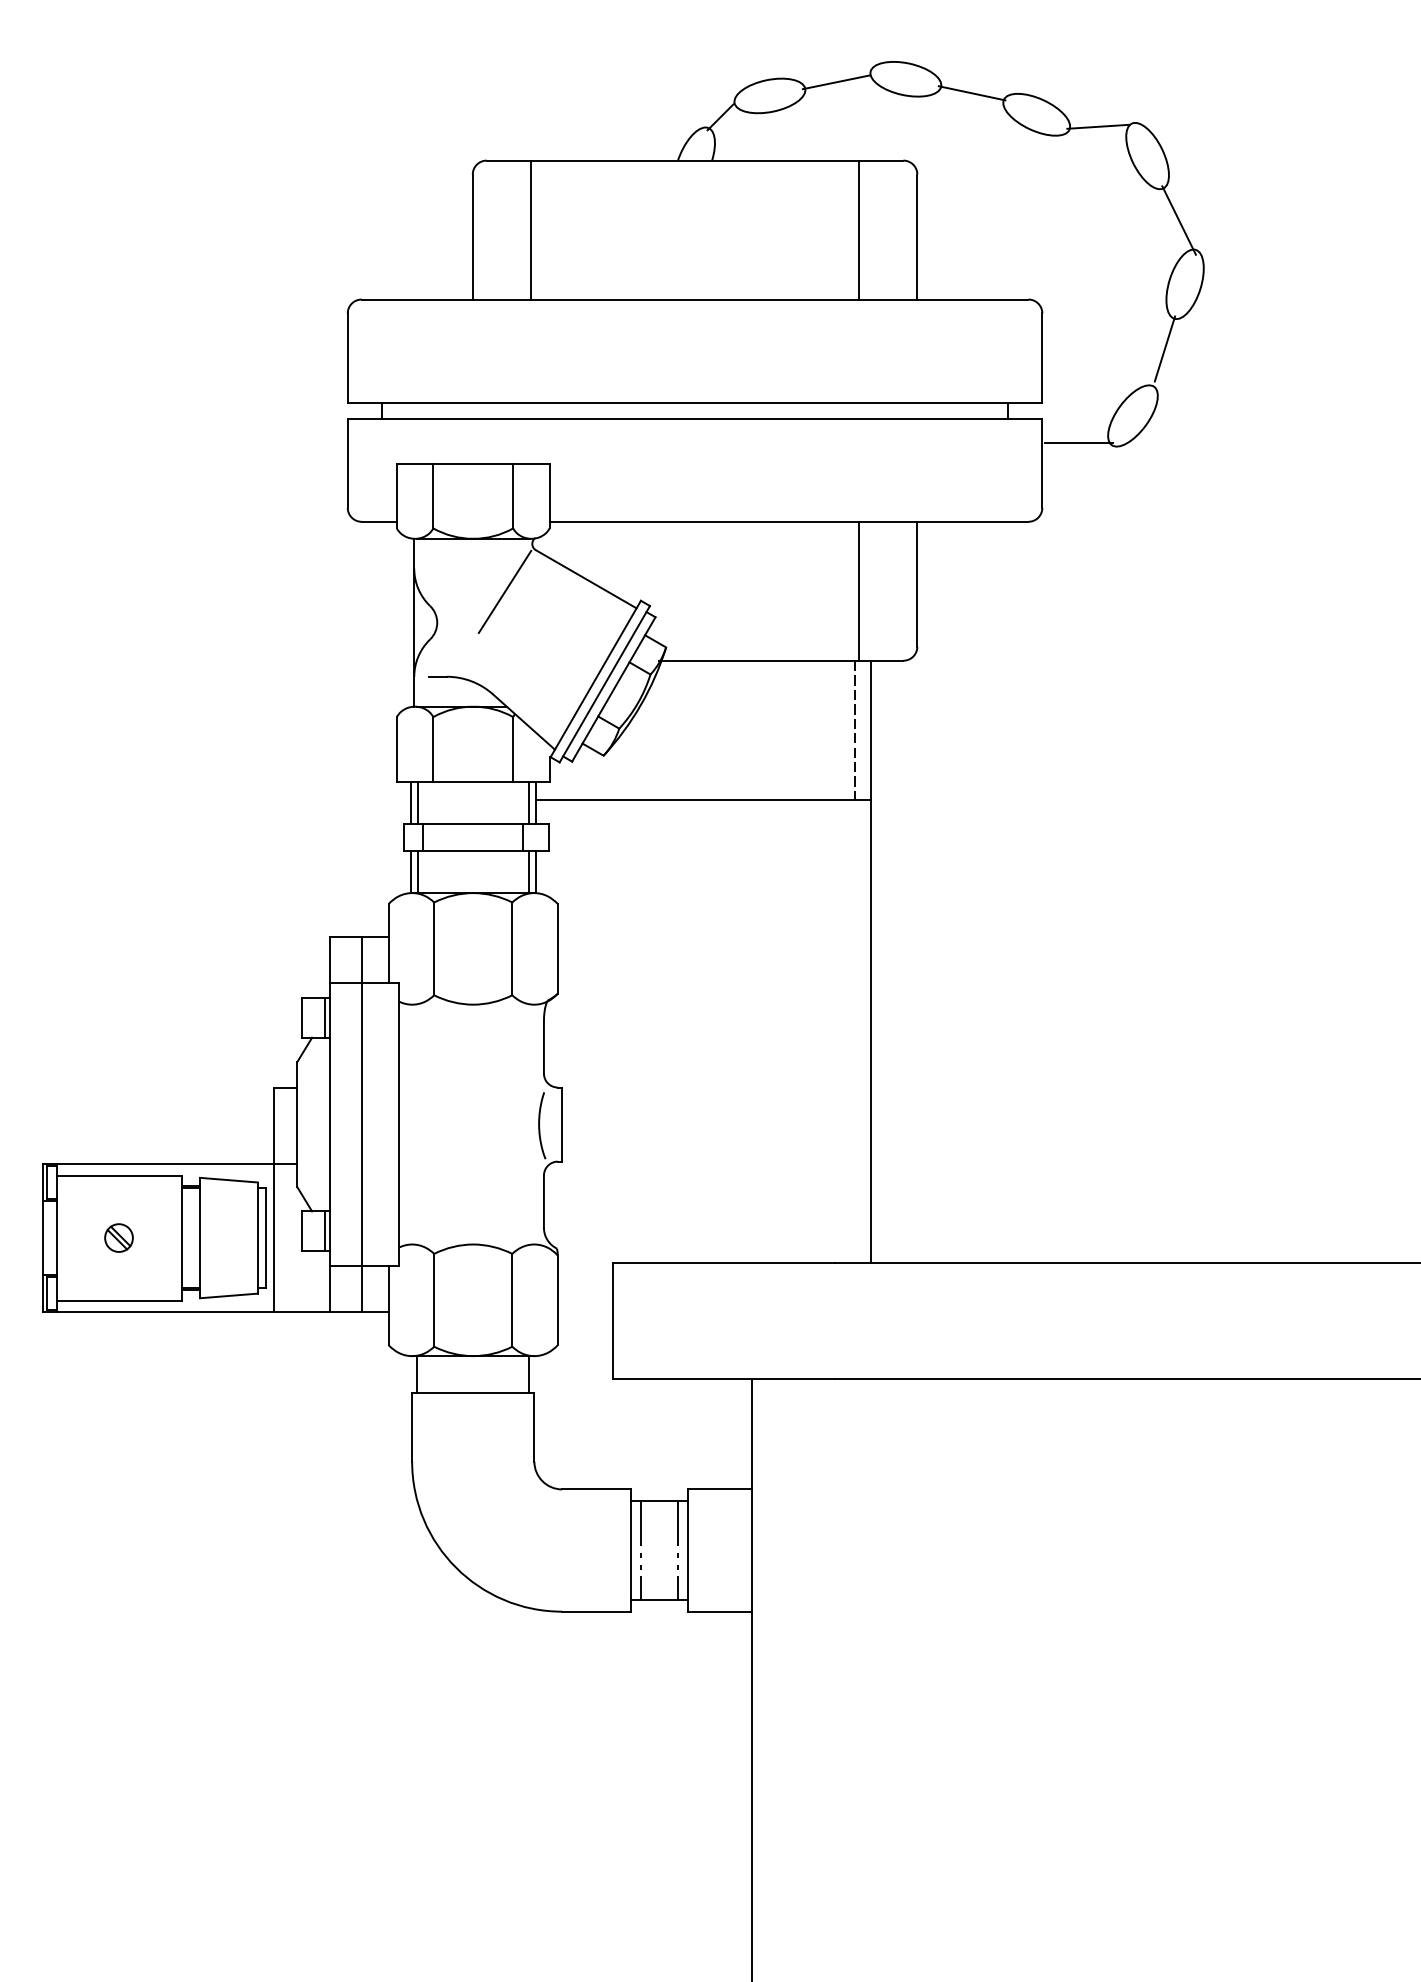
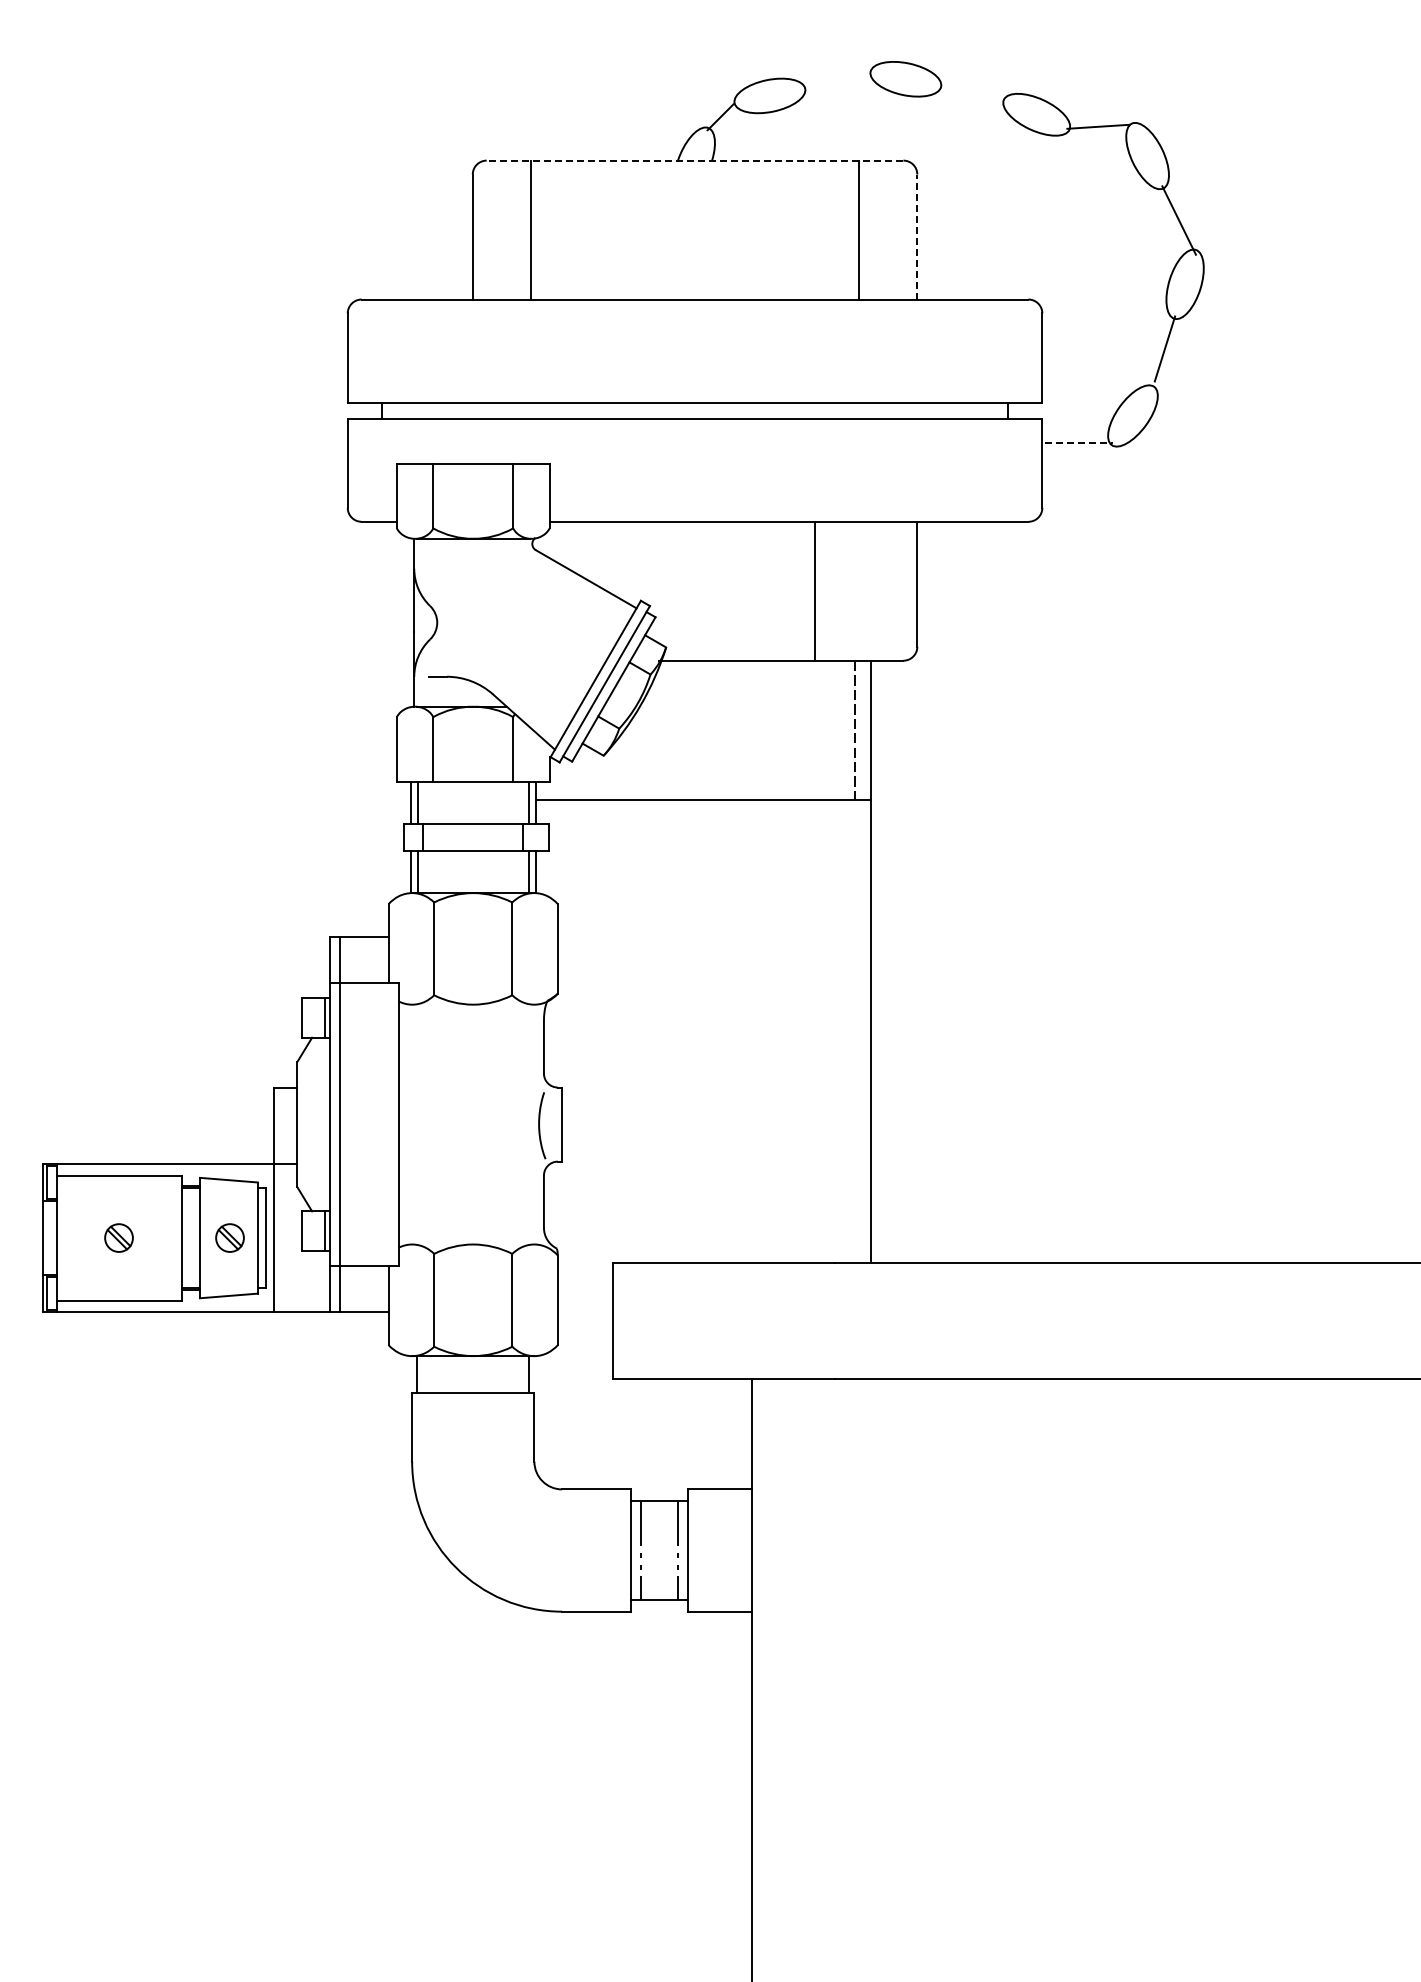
line at (835, 82): present -> none
line at (971, 93): present -> none
line at (694, 160): solid -> dashed
line at (917, 237): solid -> dashed
line at (1079, 443): solid -> dashed
line at (858, 590) position: (858, 590) -> (814, 590)
line at (504, 591): present -> none
line at (362, 1124) position: (362, 1124) -> (340, 1124)
part at (229, 1237): none -> present
